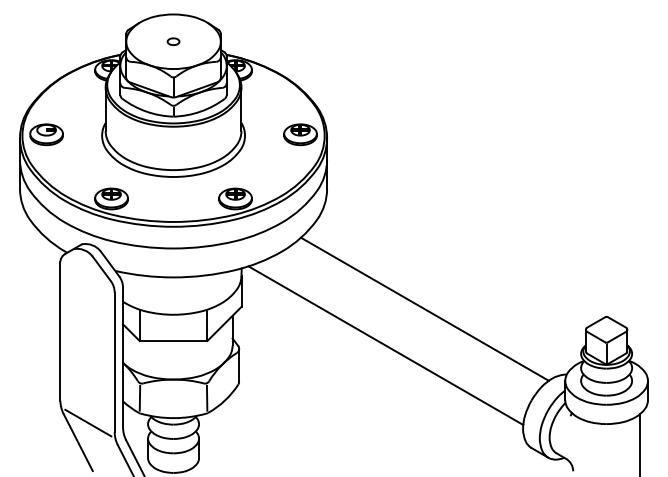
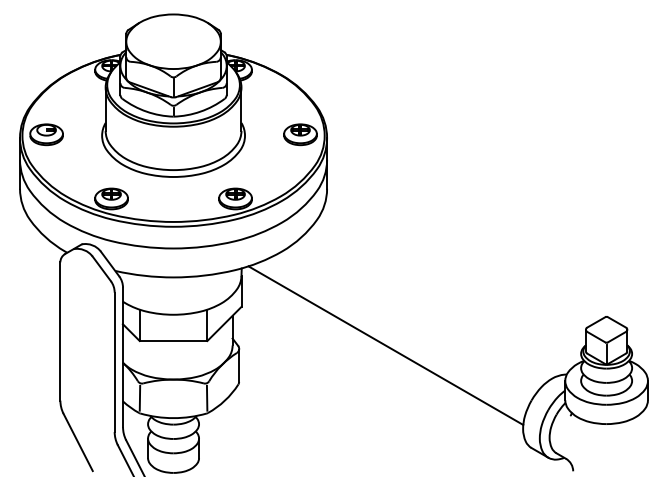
part at (173, 41): present -> none
line at (424, 308): present -> none
line at (88, 422): present -> none
line at (640, 443): present -> none
